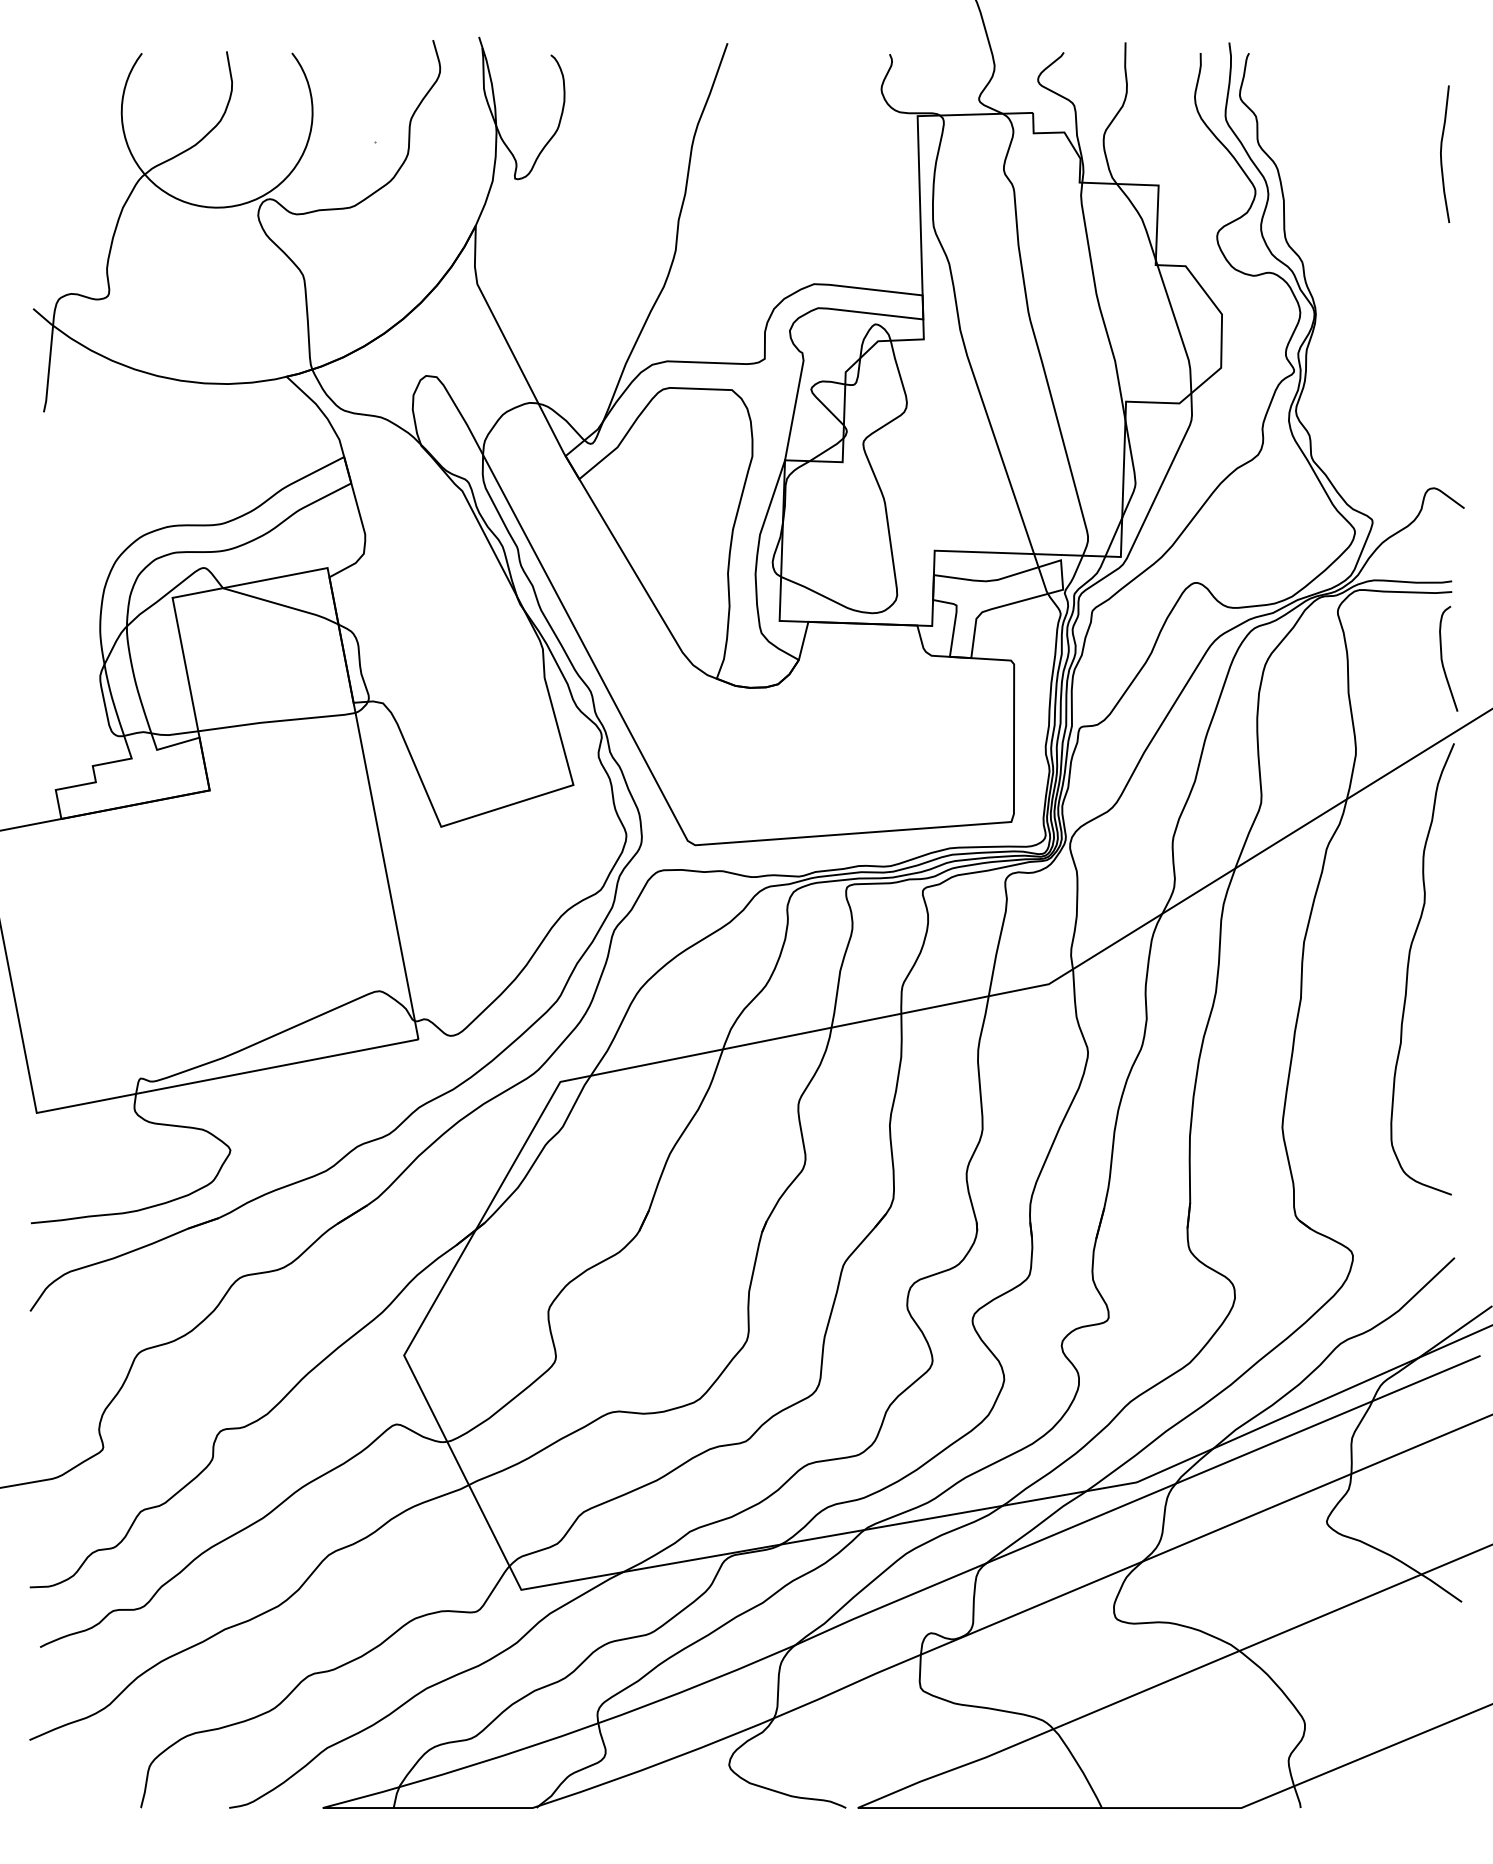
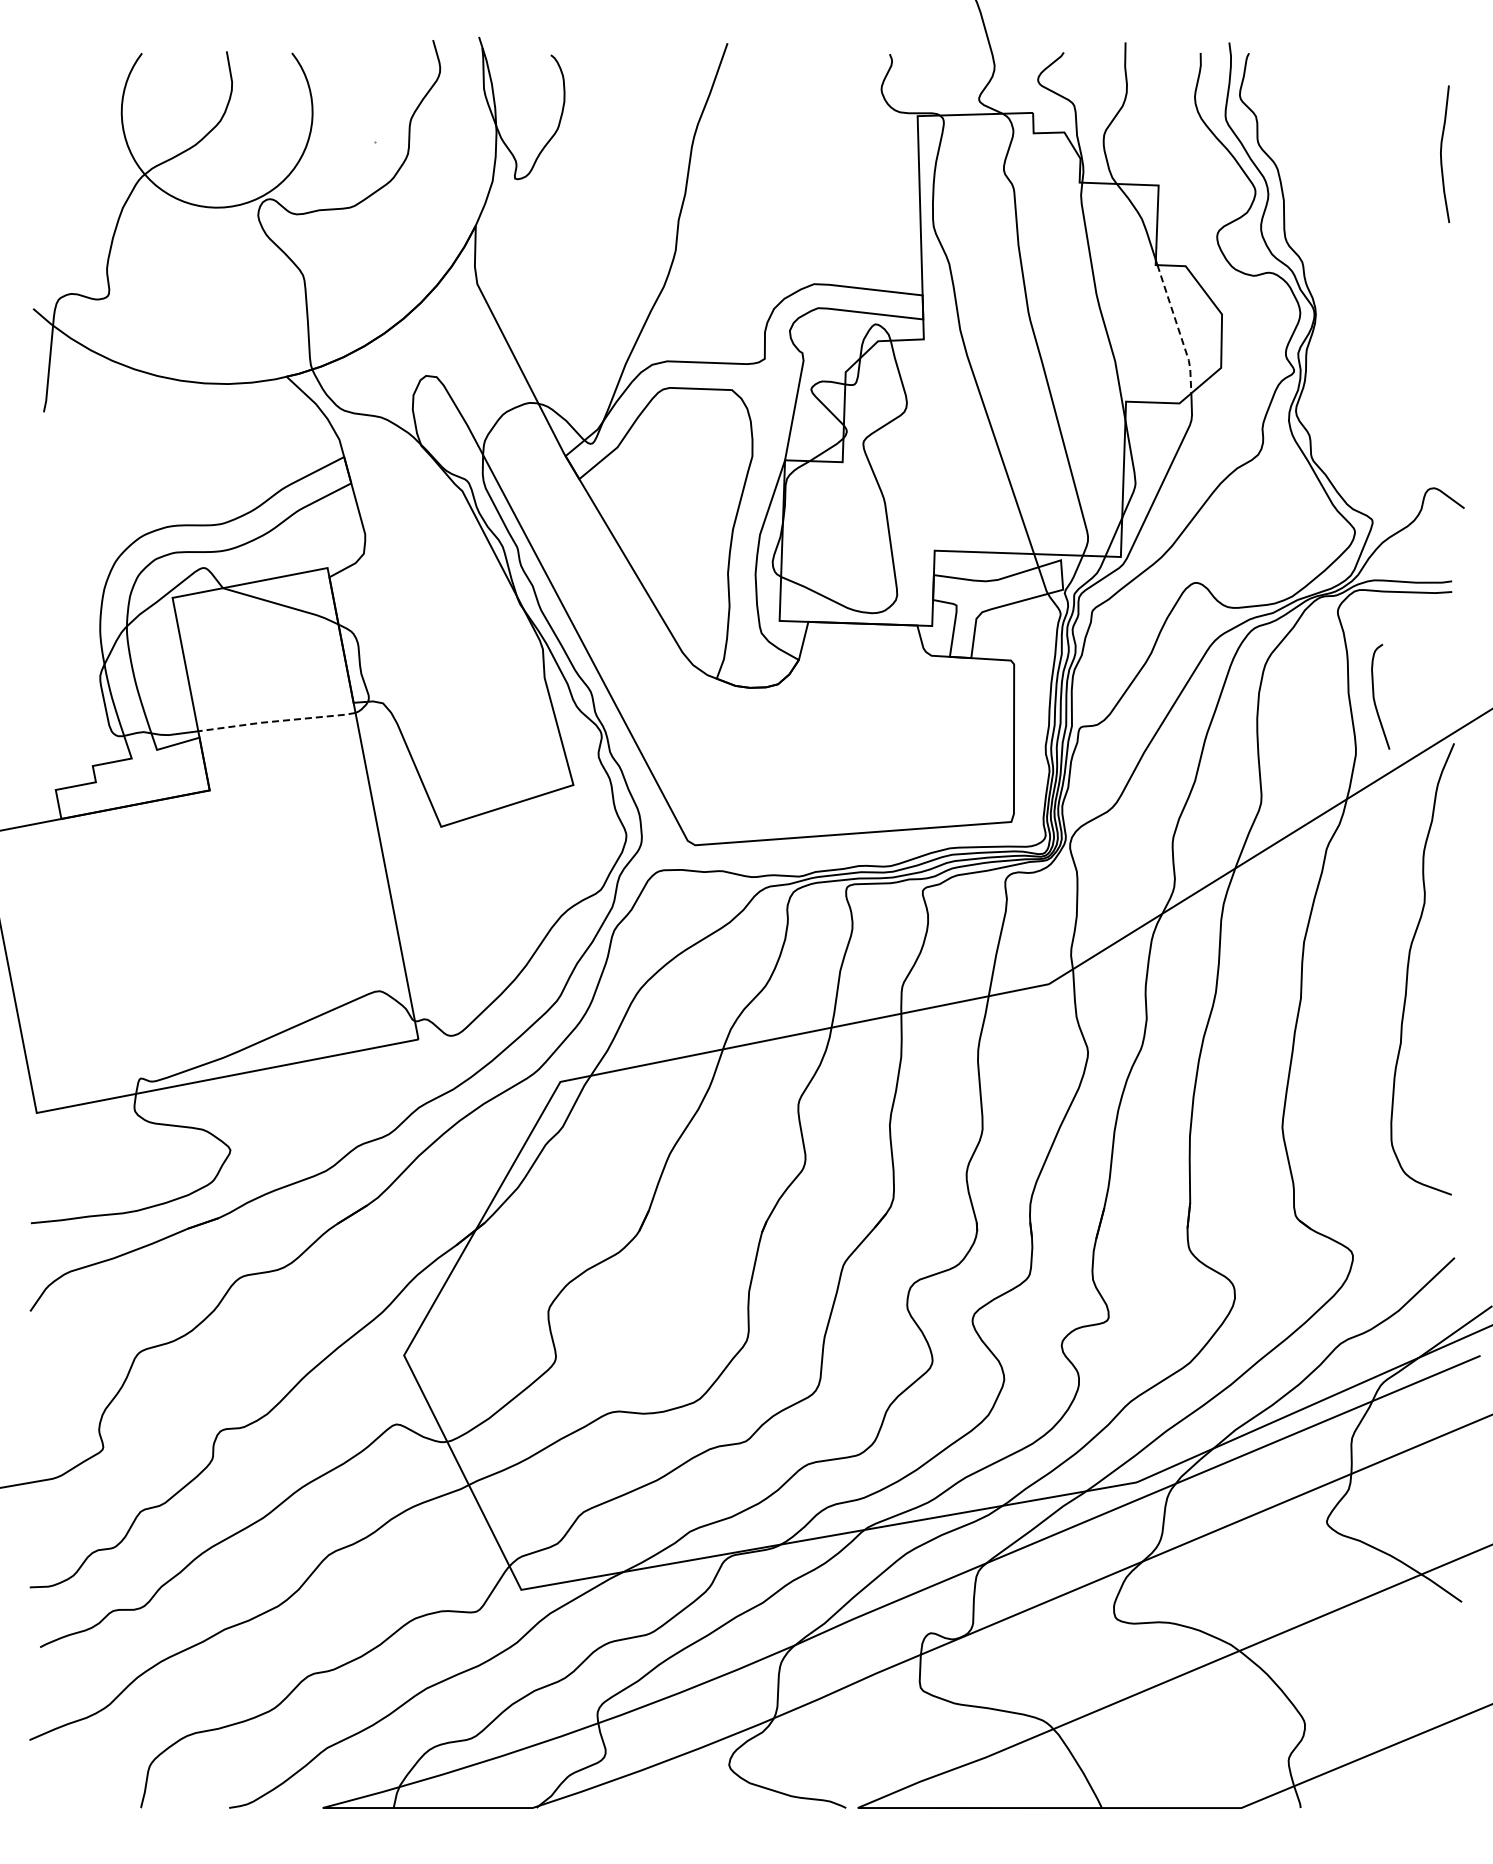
line at (1178, 330): solid -> dashed
curve at (1442, 658) position: (1442, 658) -> (1374, 696)
line at (276, 721): solid -> dashed
